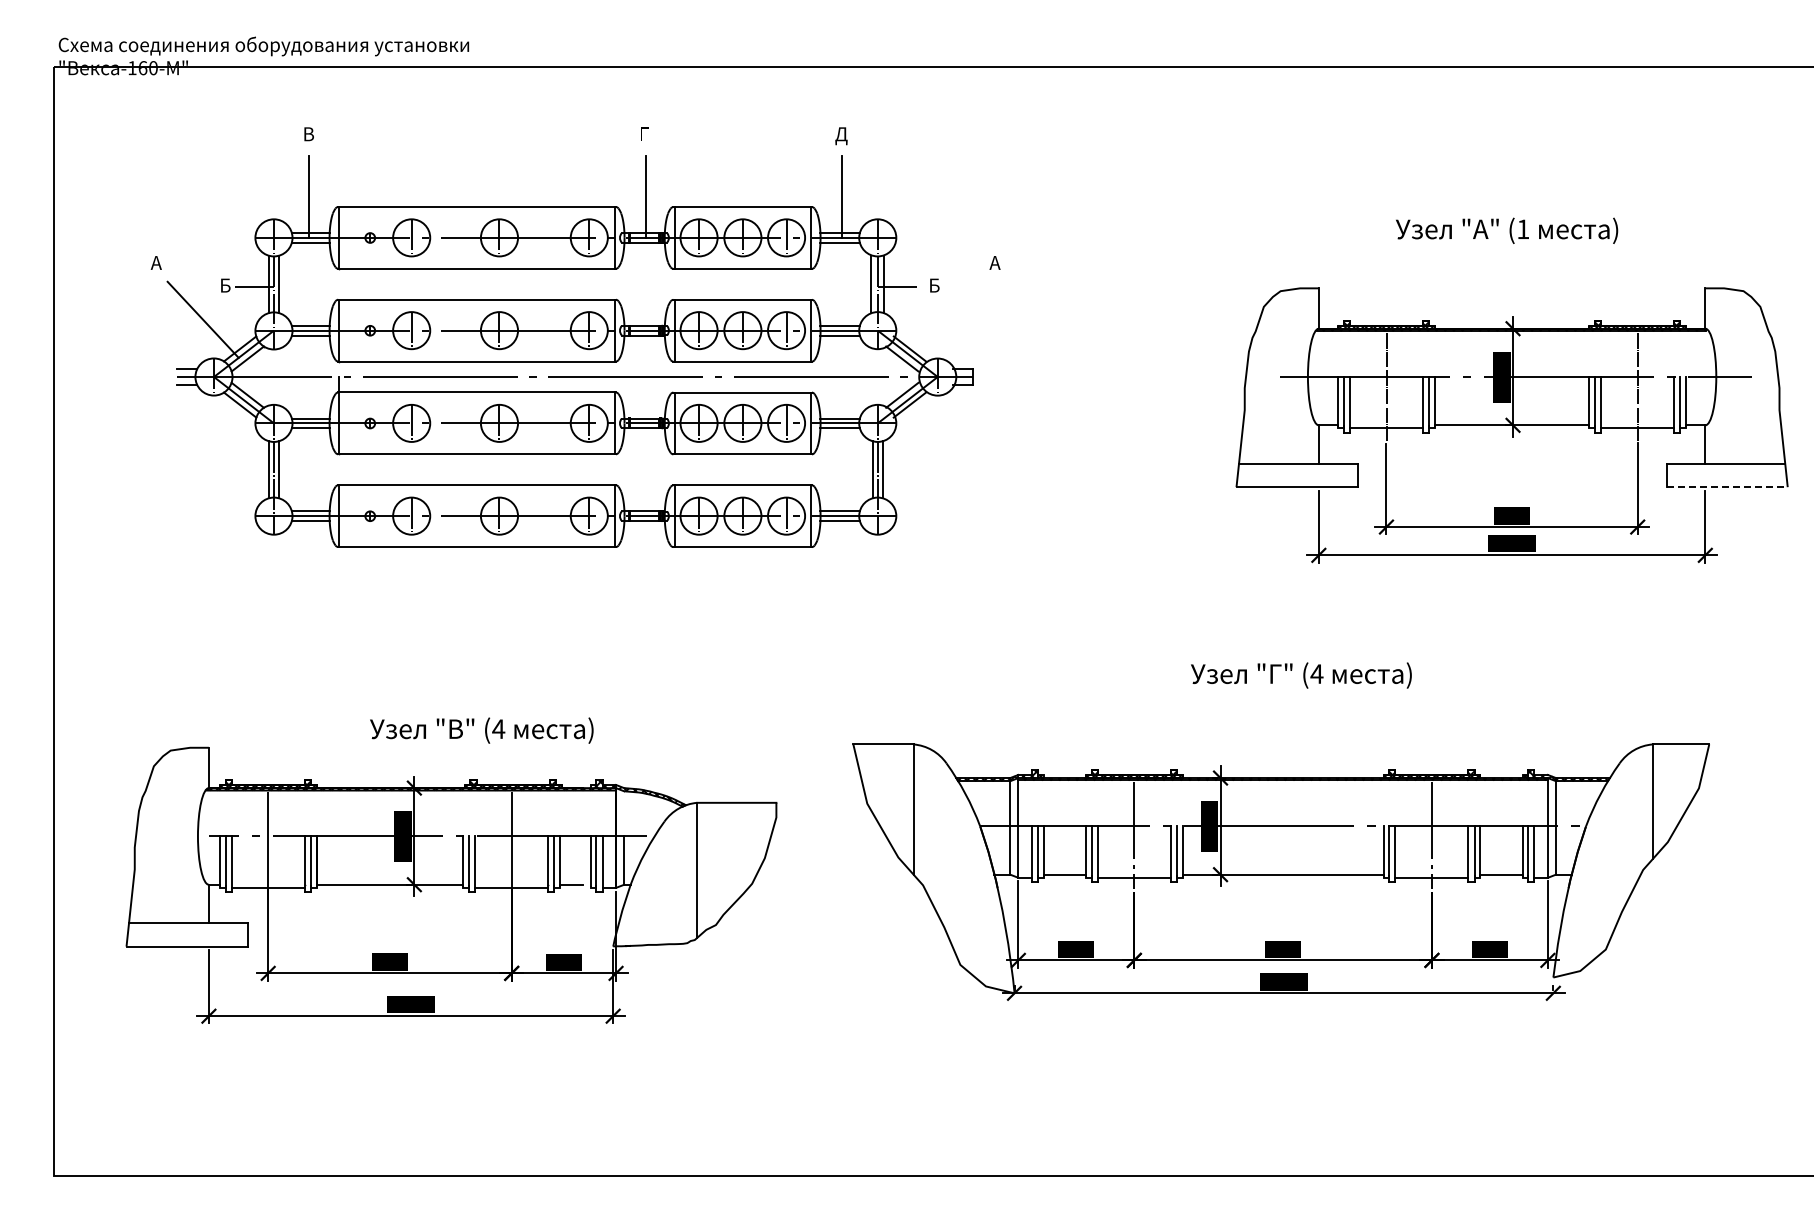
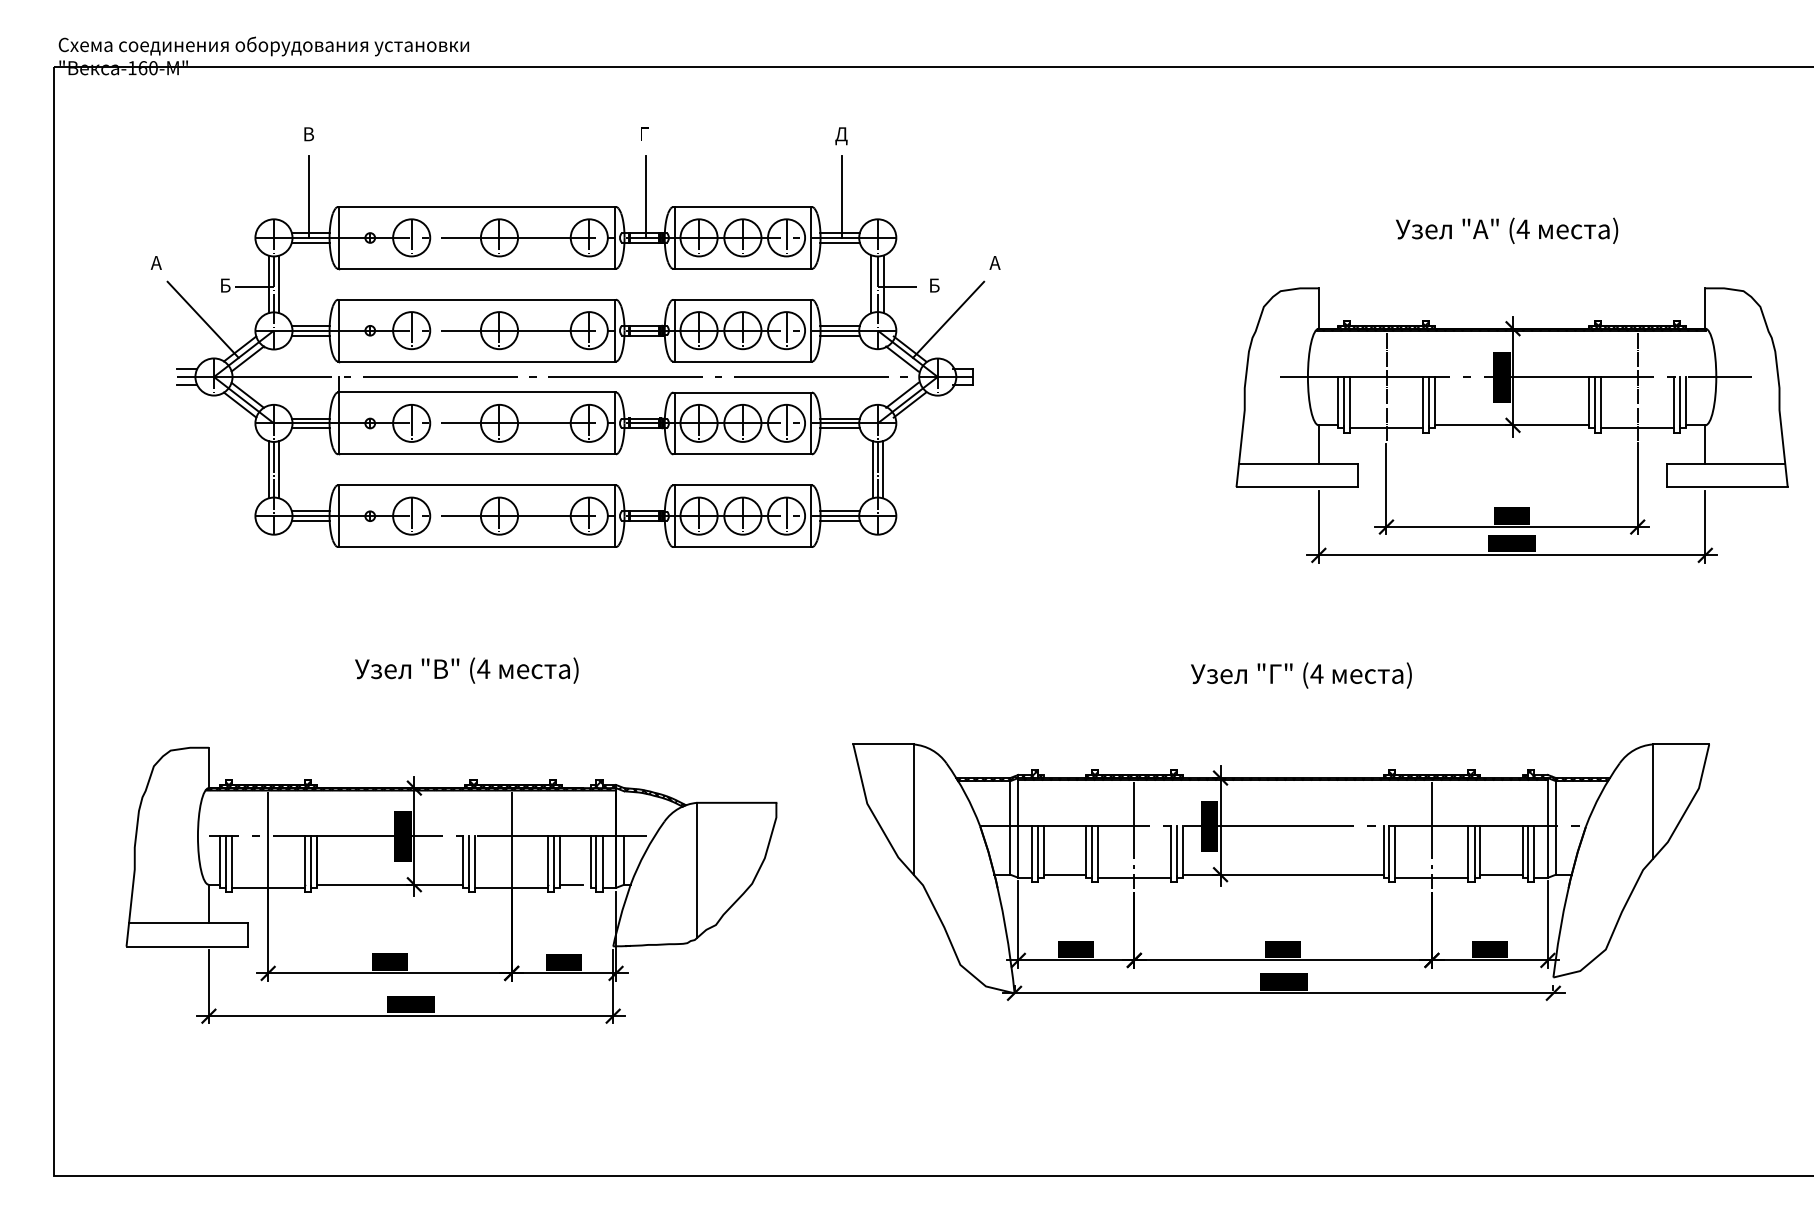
text at (1522, 228): (1 -> (4
line at (948, 319): none -> present
line at (1727, 487): dashed -> solid
text at (481, 730) position: (481, 730) -> (466, 670)
